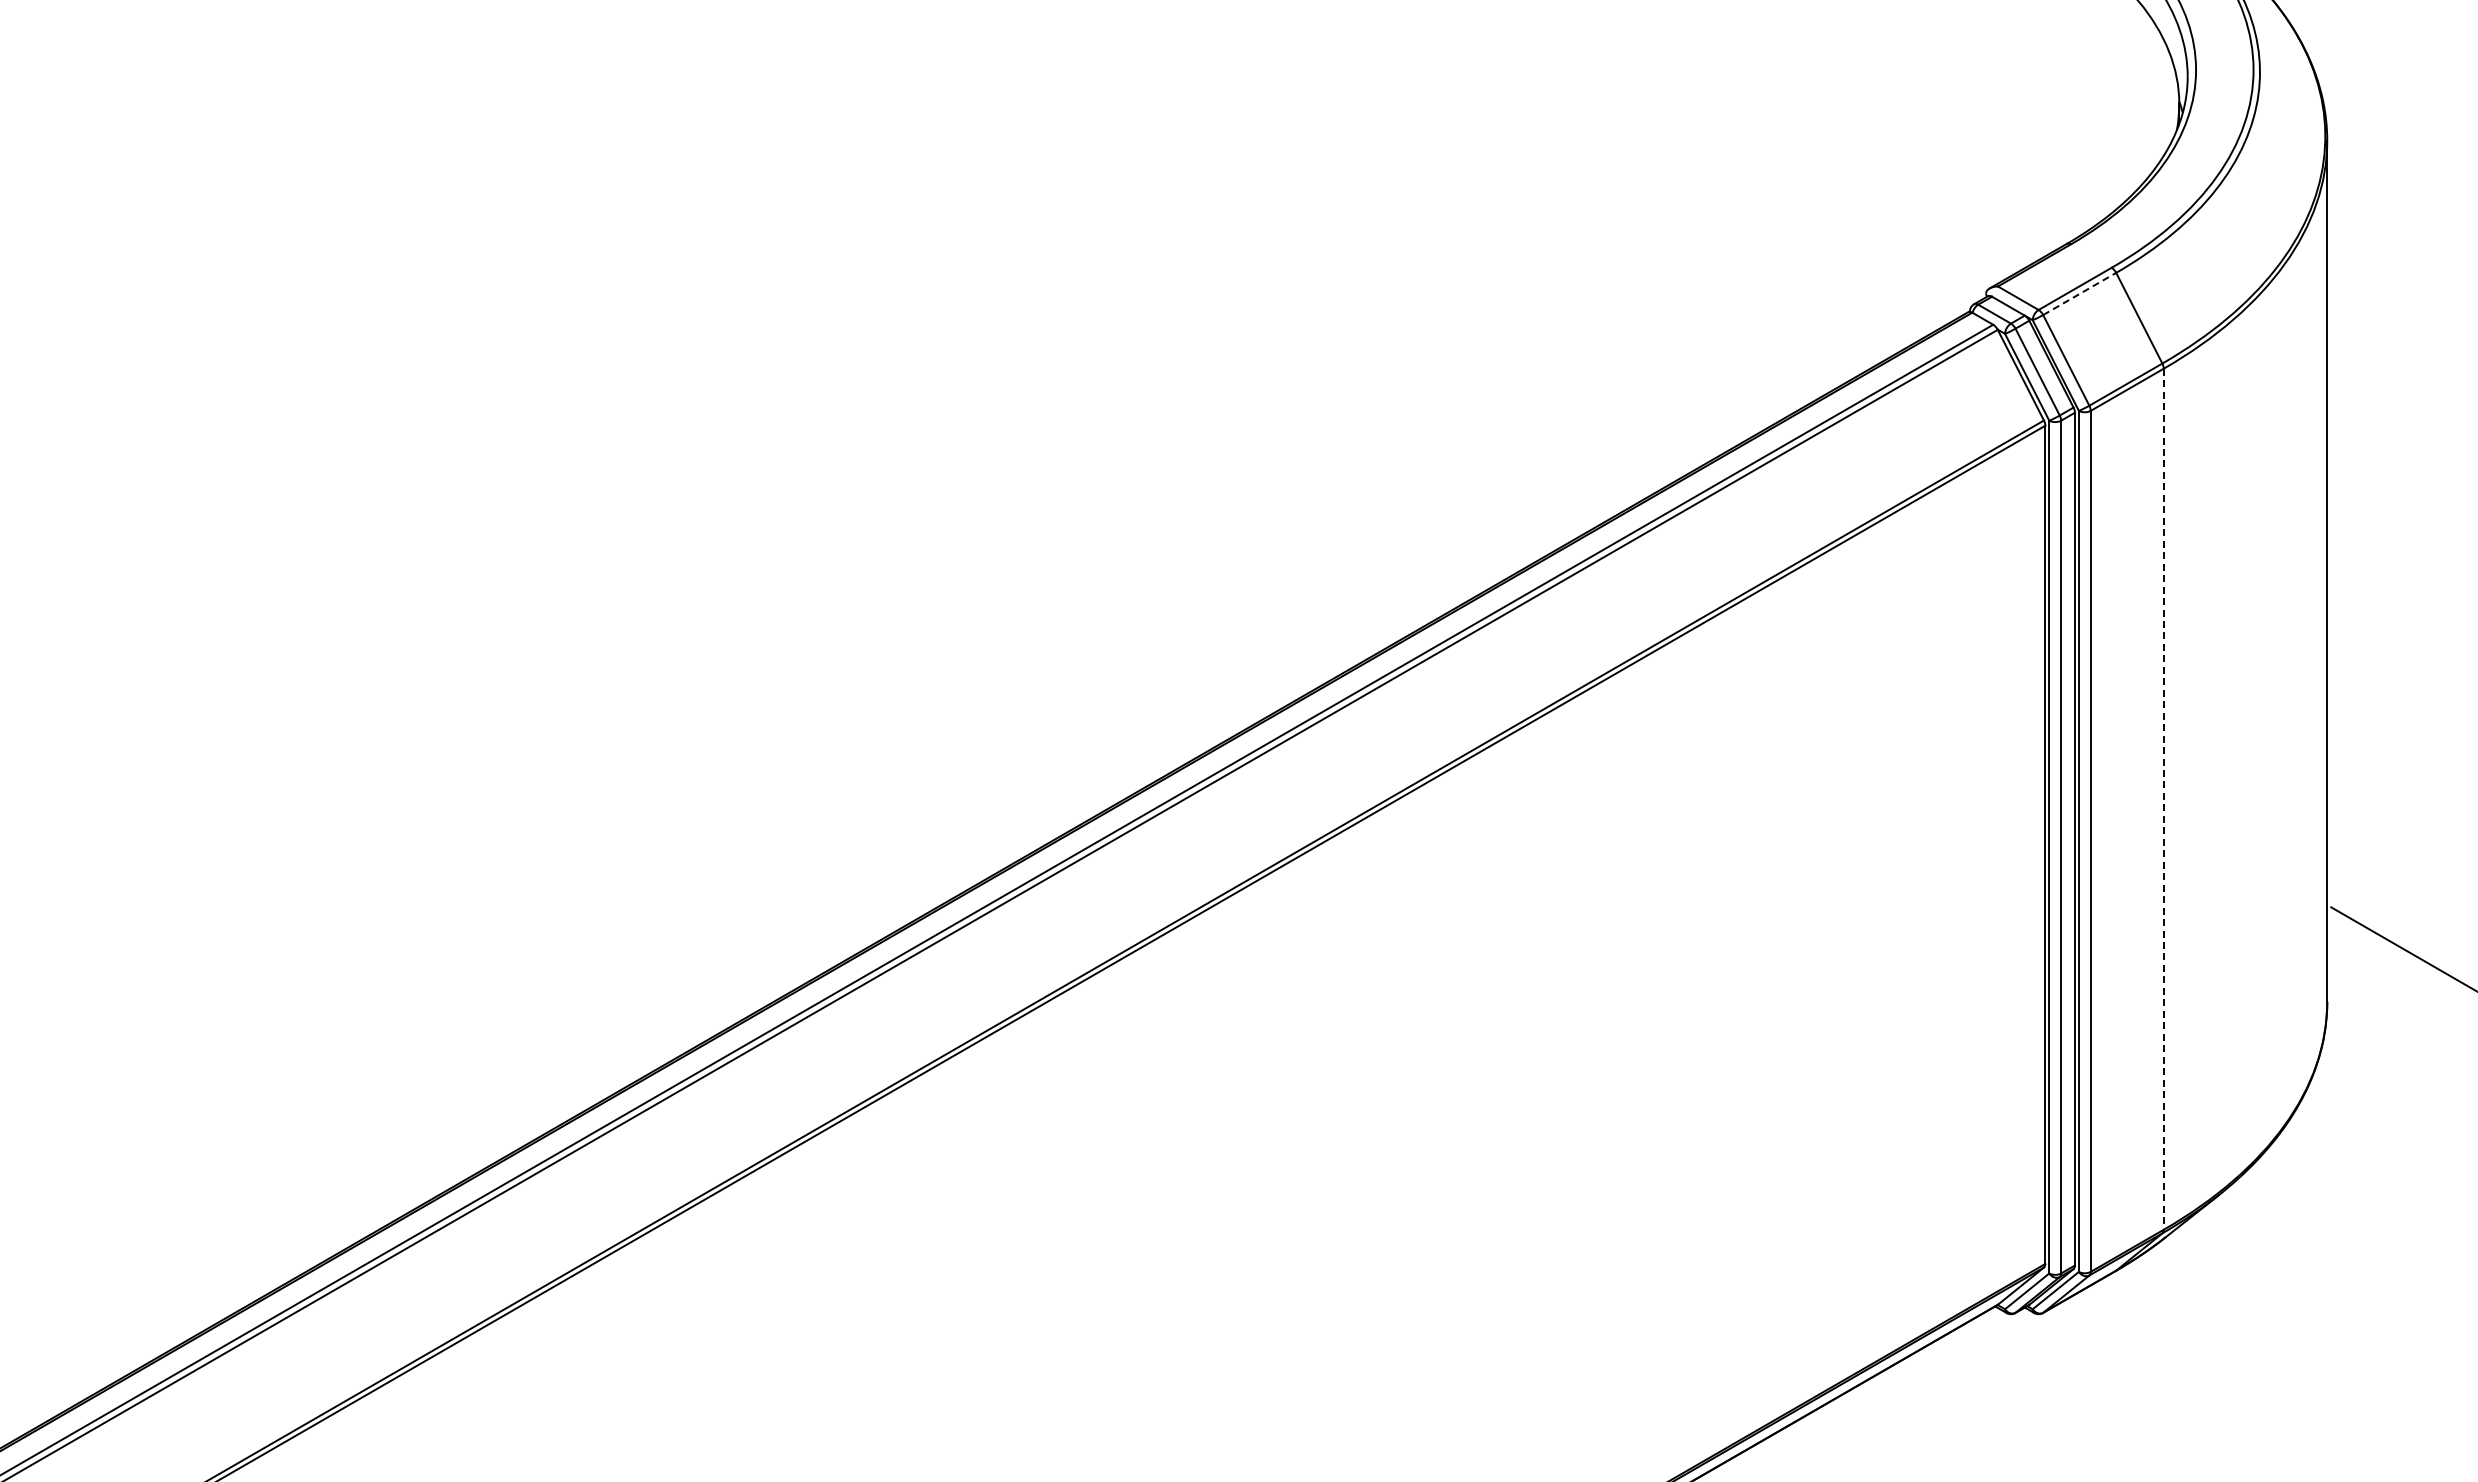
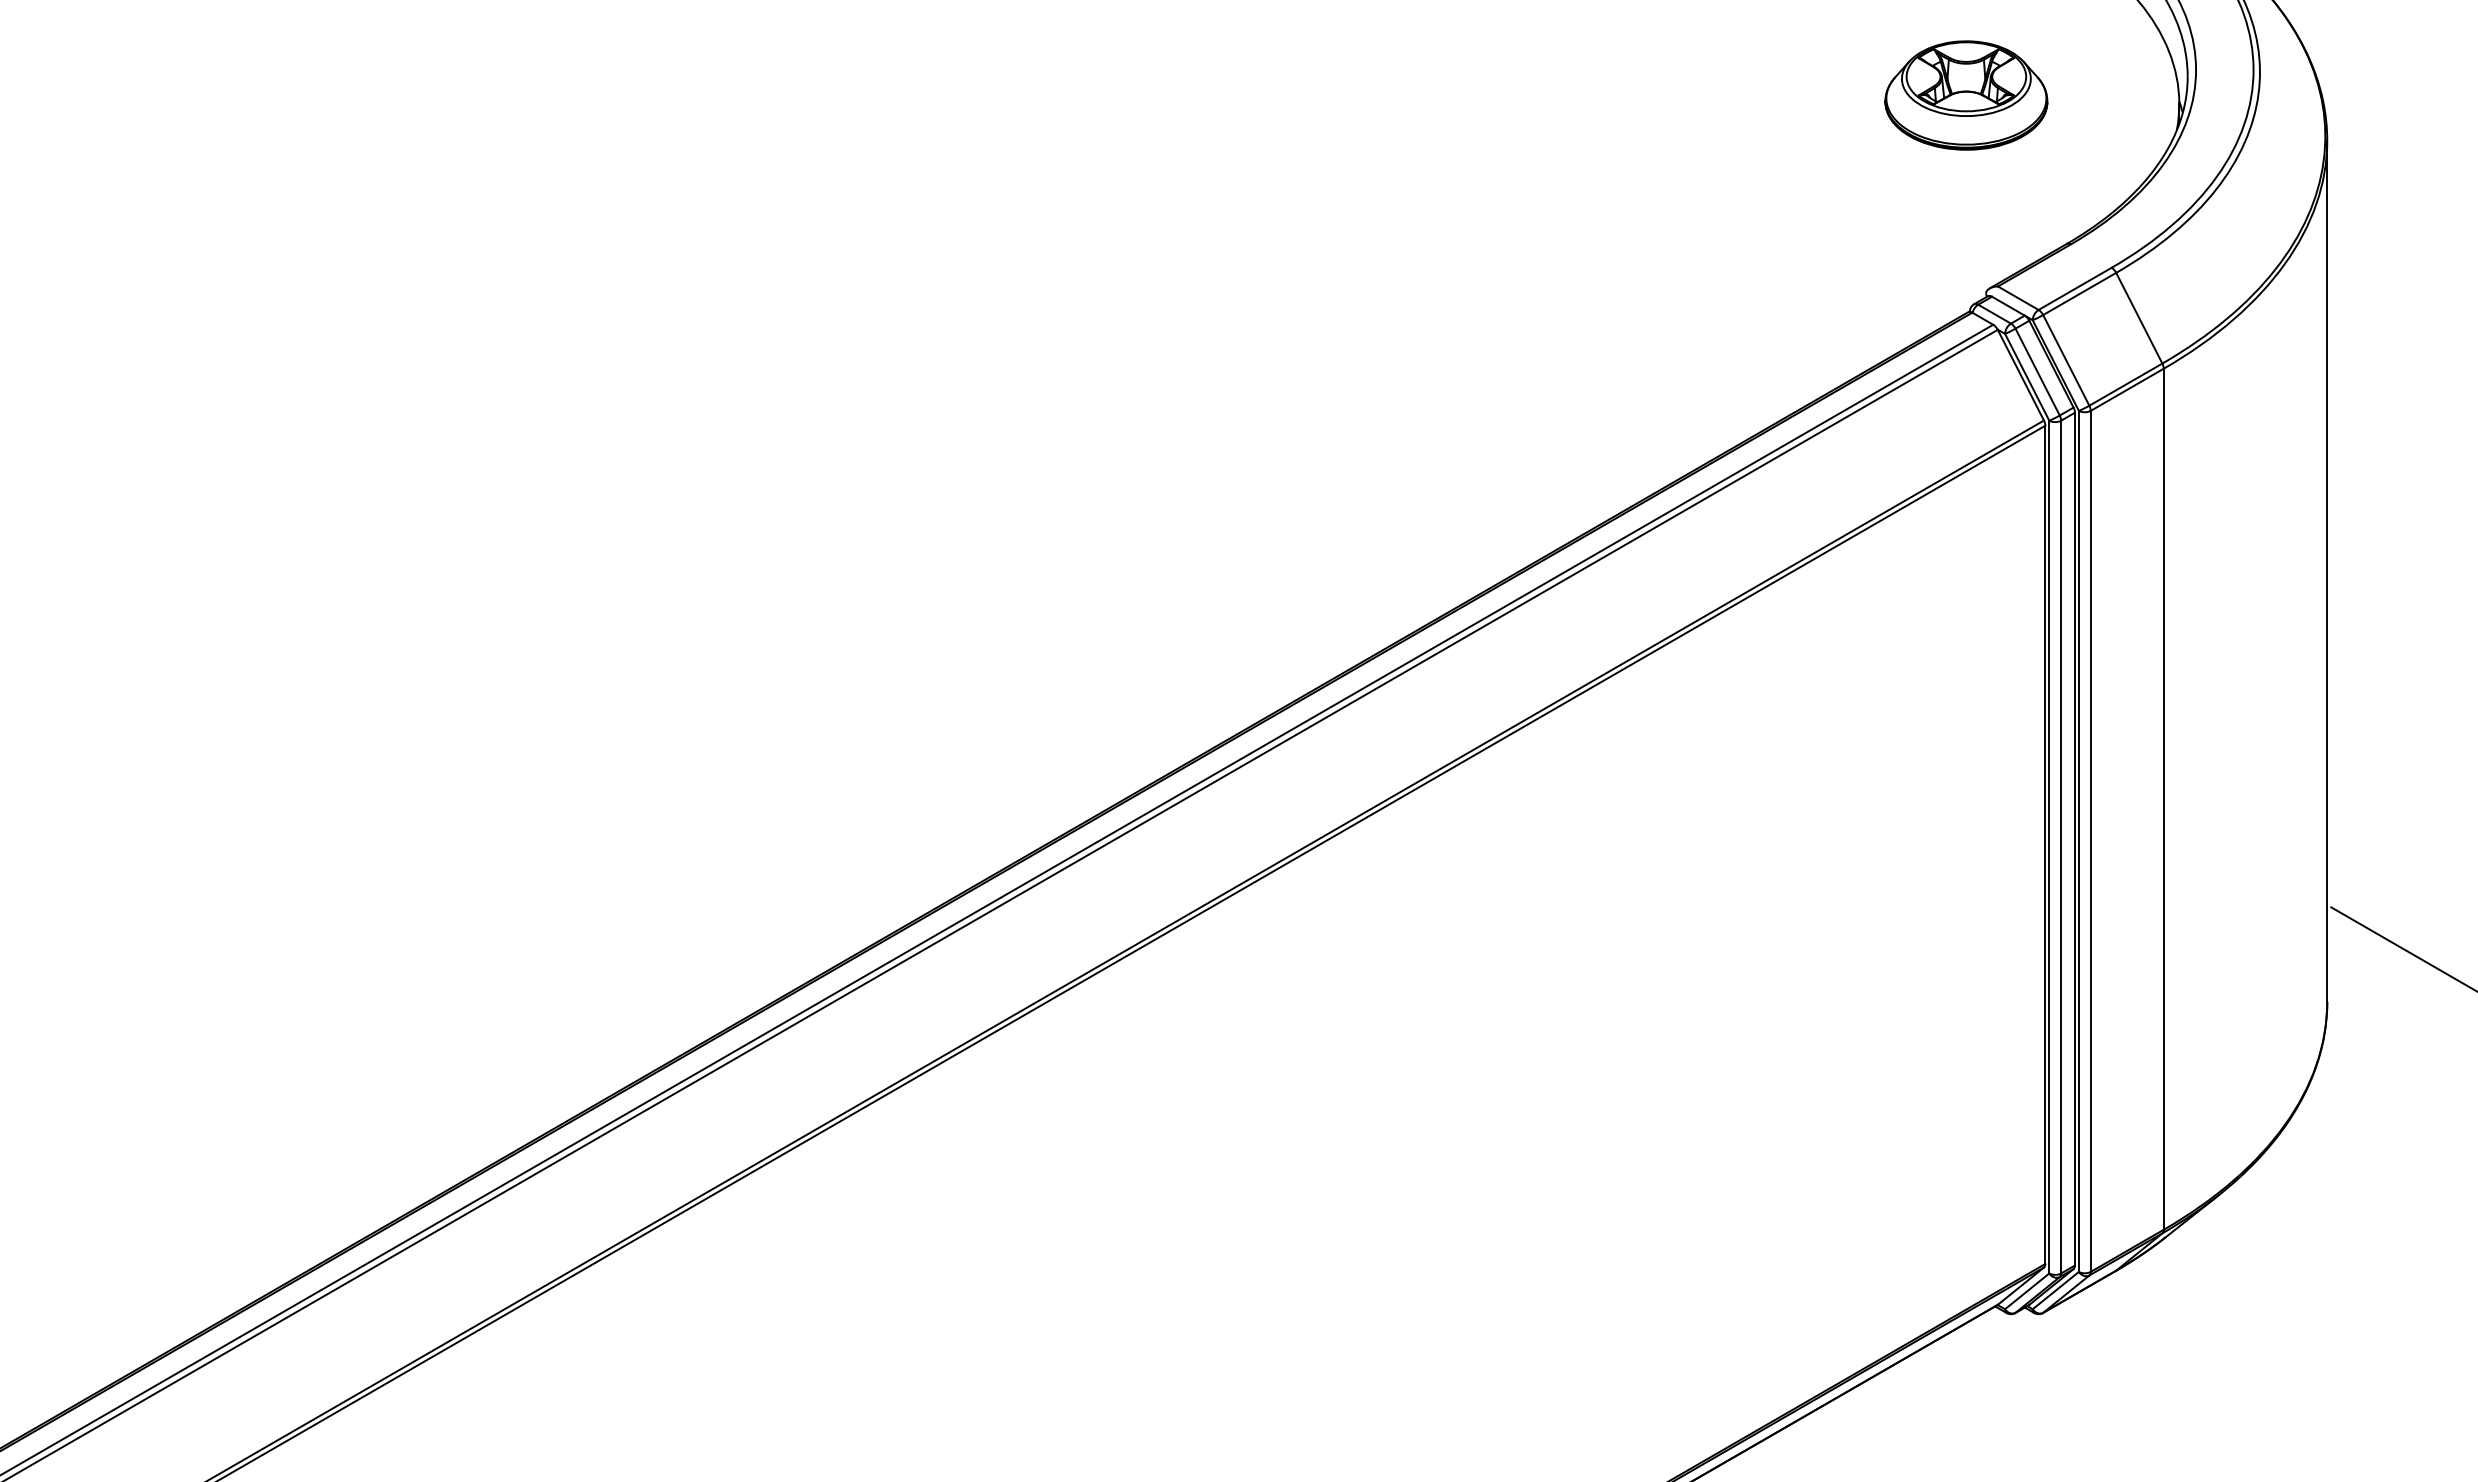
part at (1966, 95): none -> present
line at (2080, 293): dashed -> solid
line at (2163, 799): dashed -> solid
